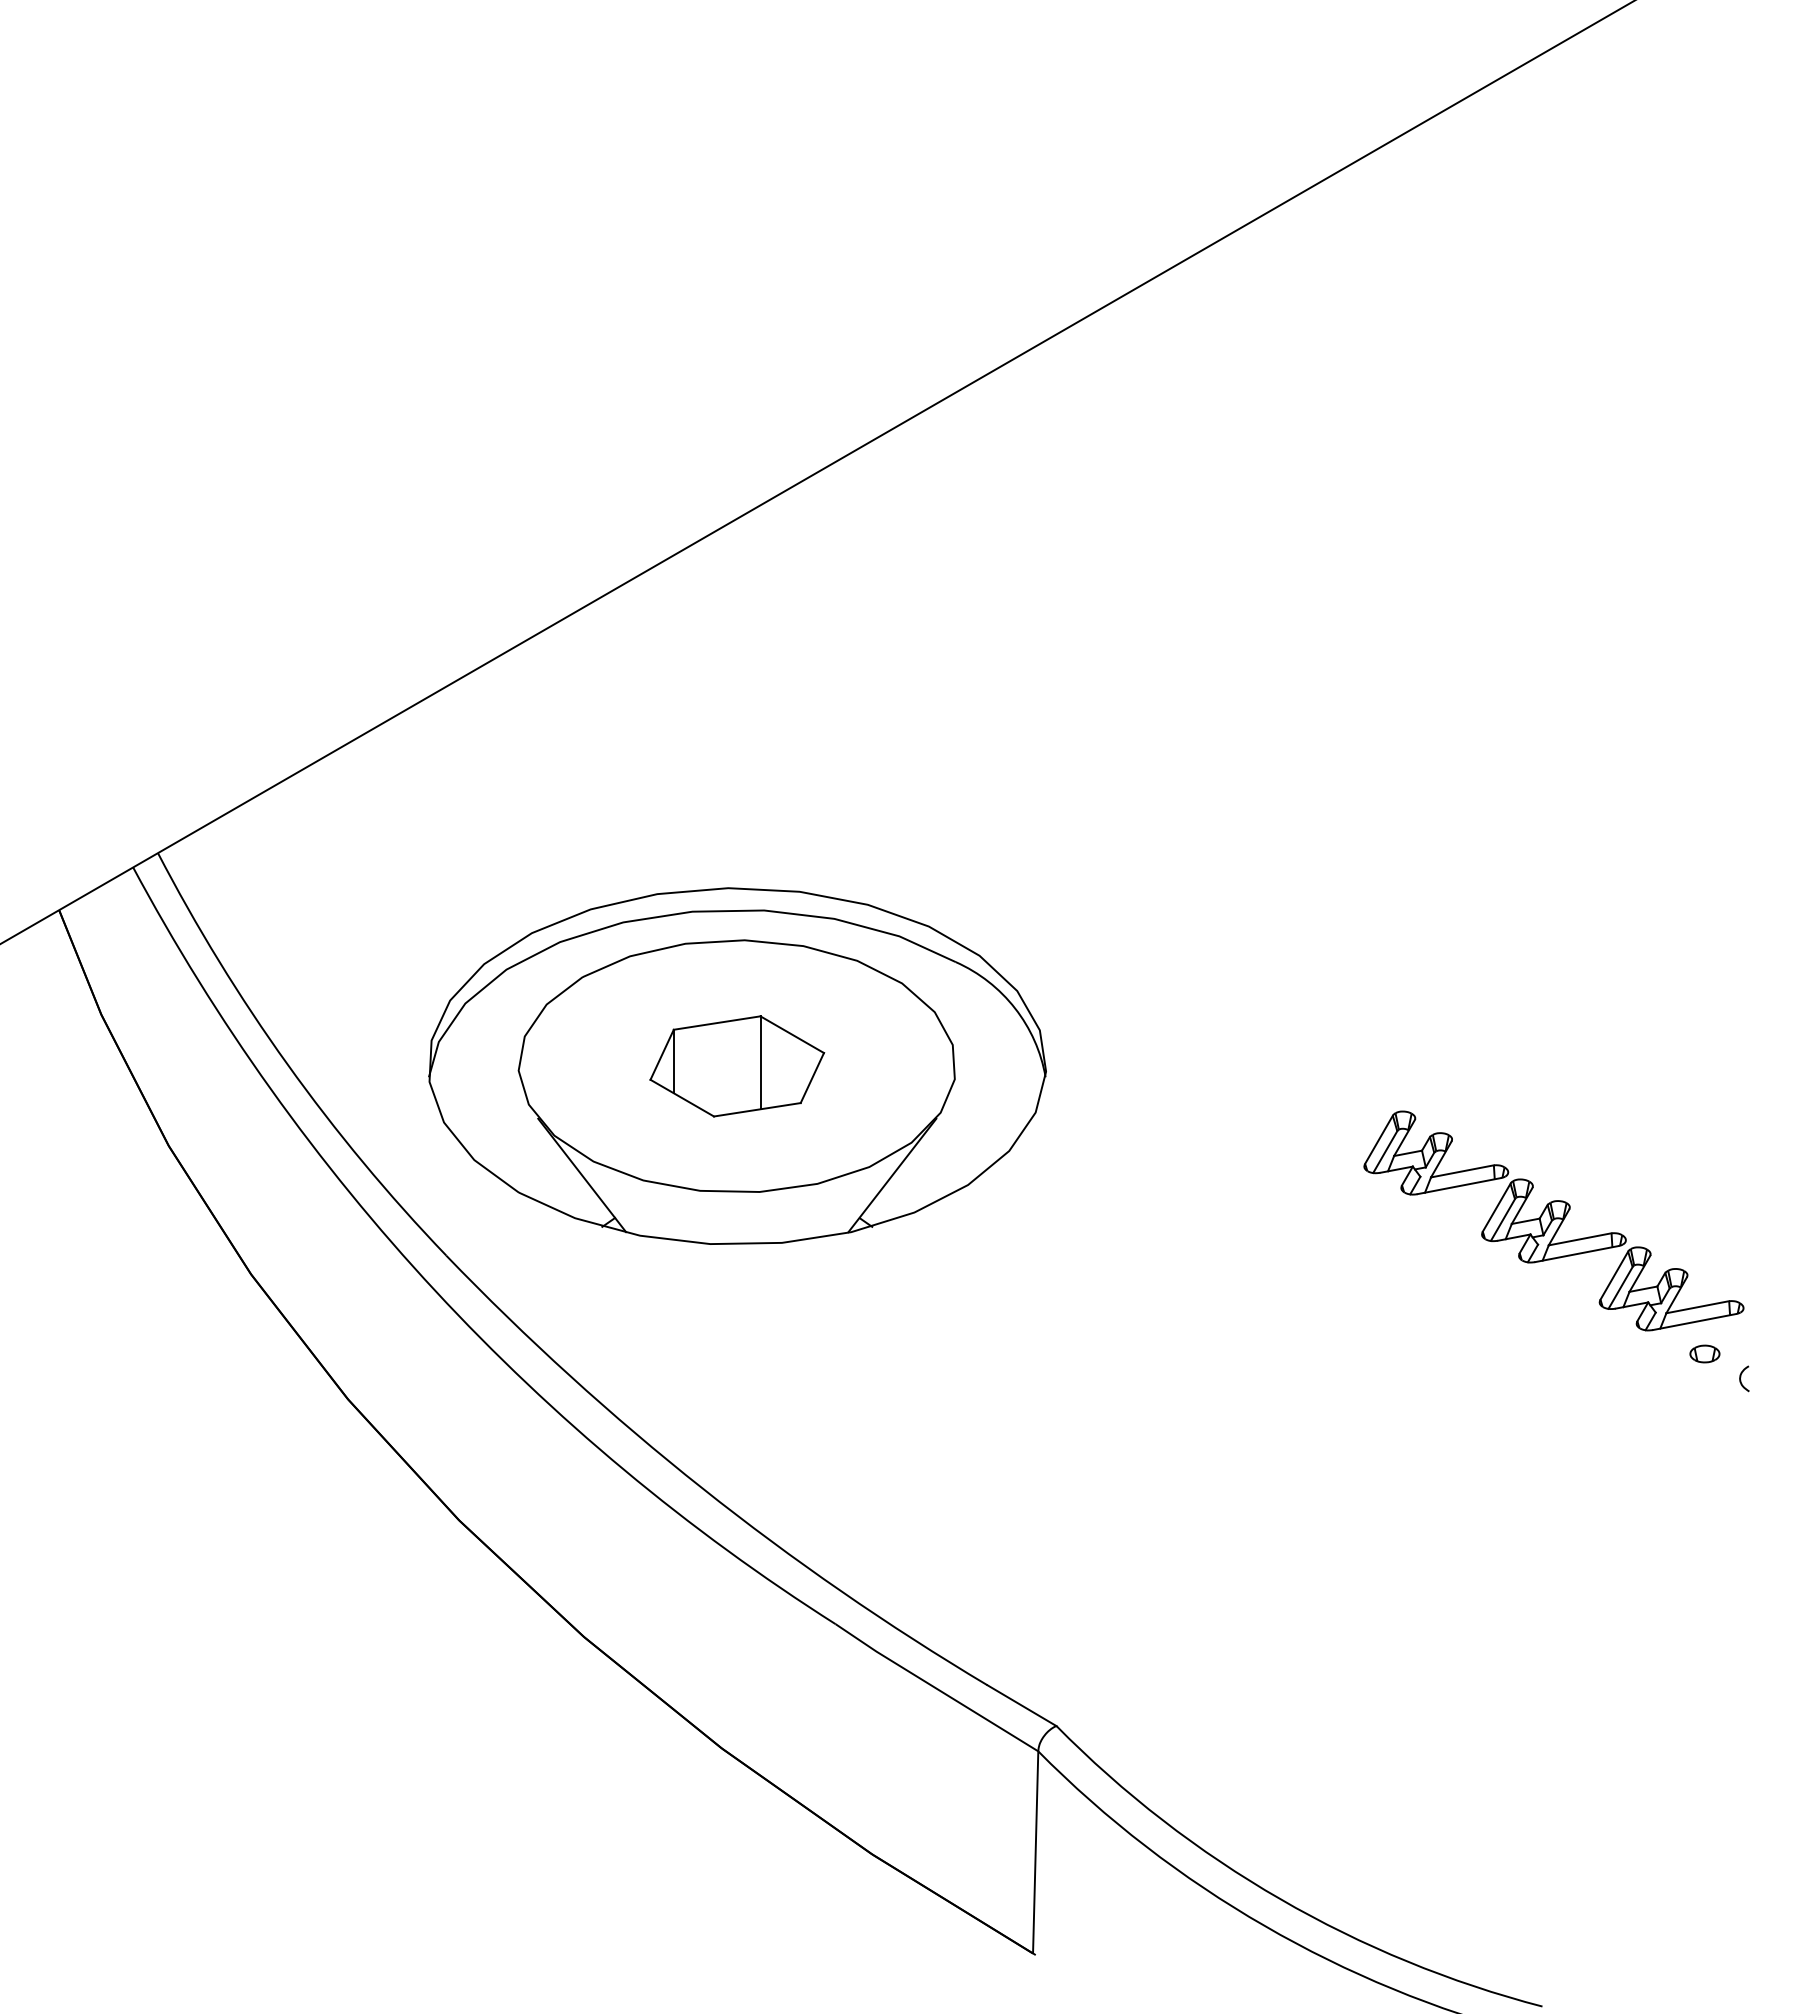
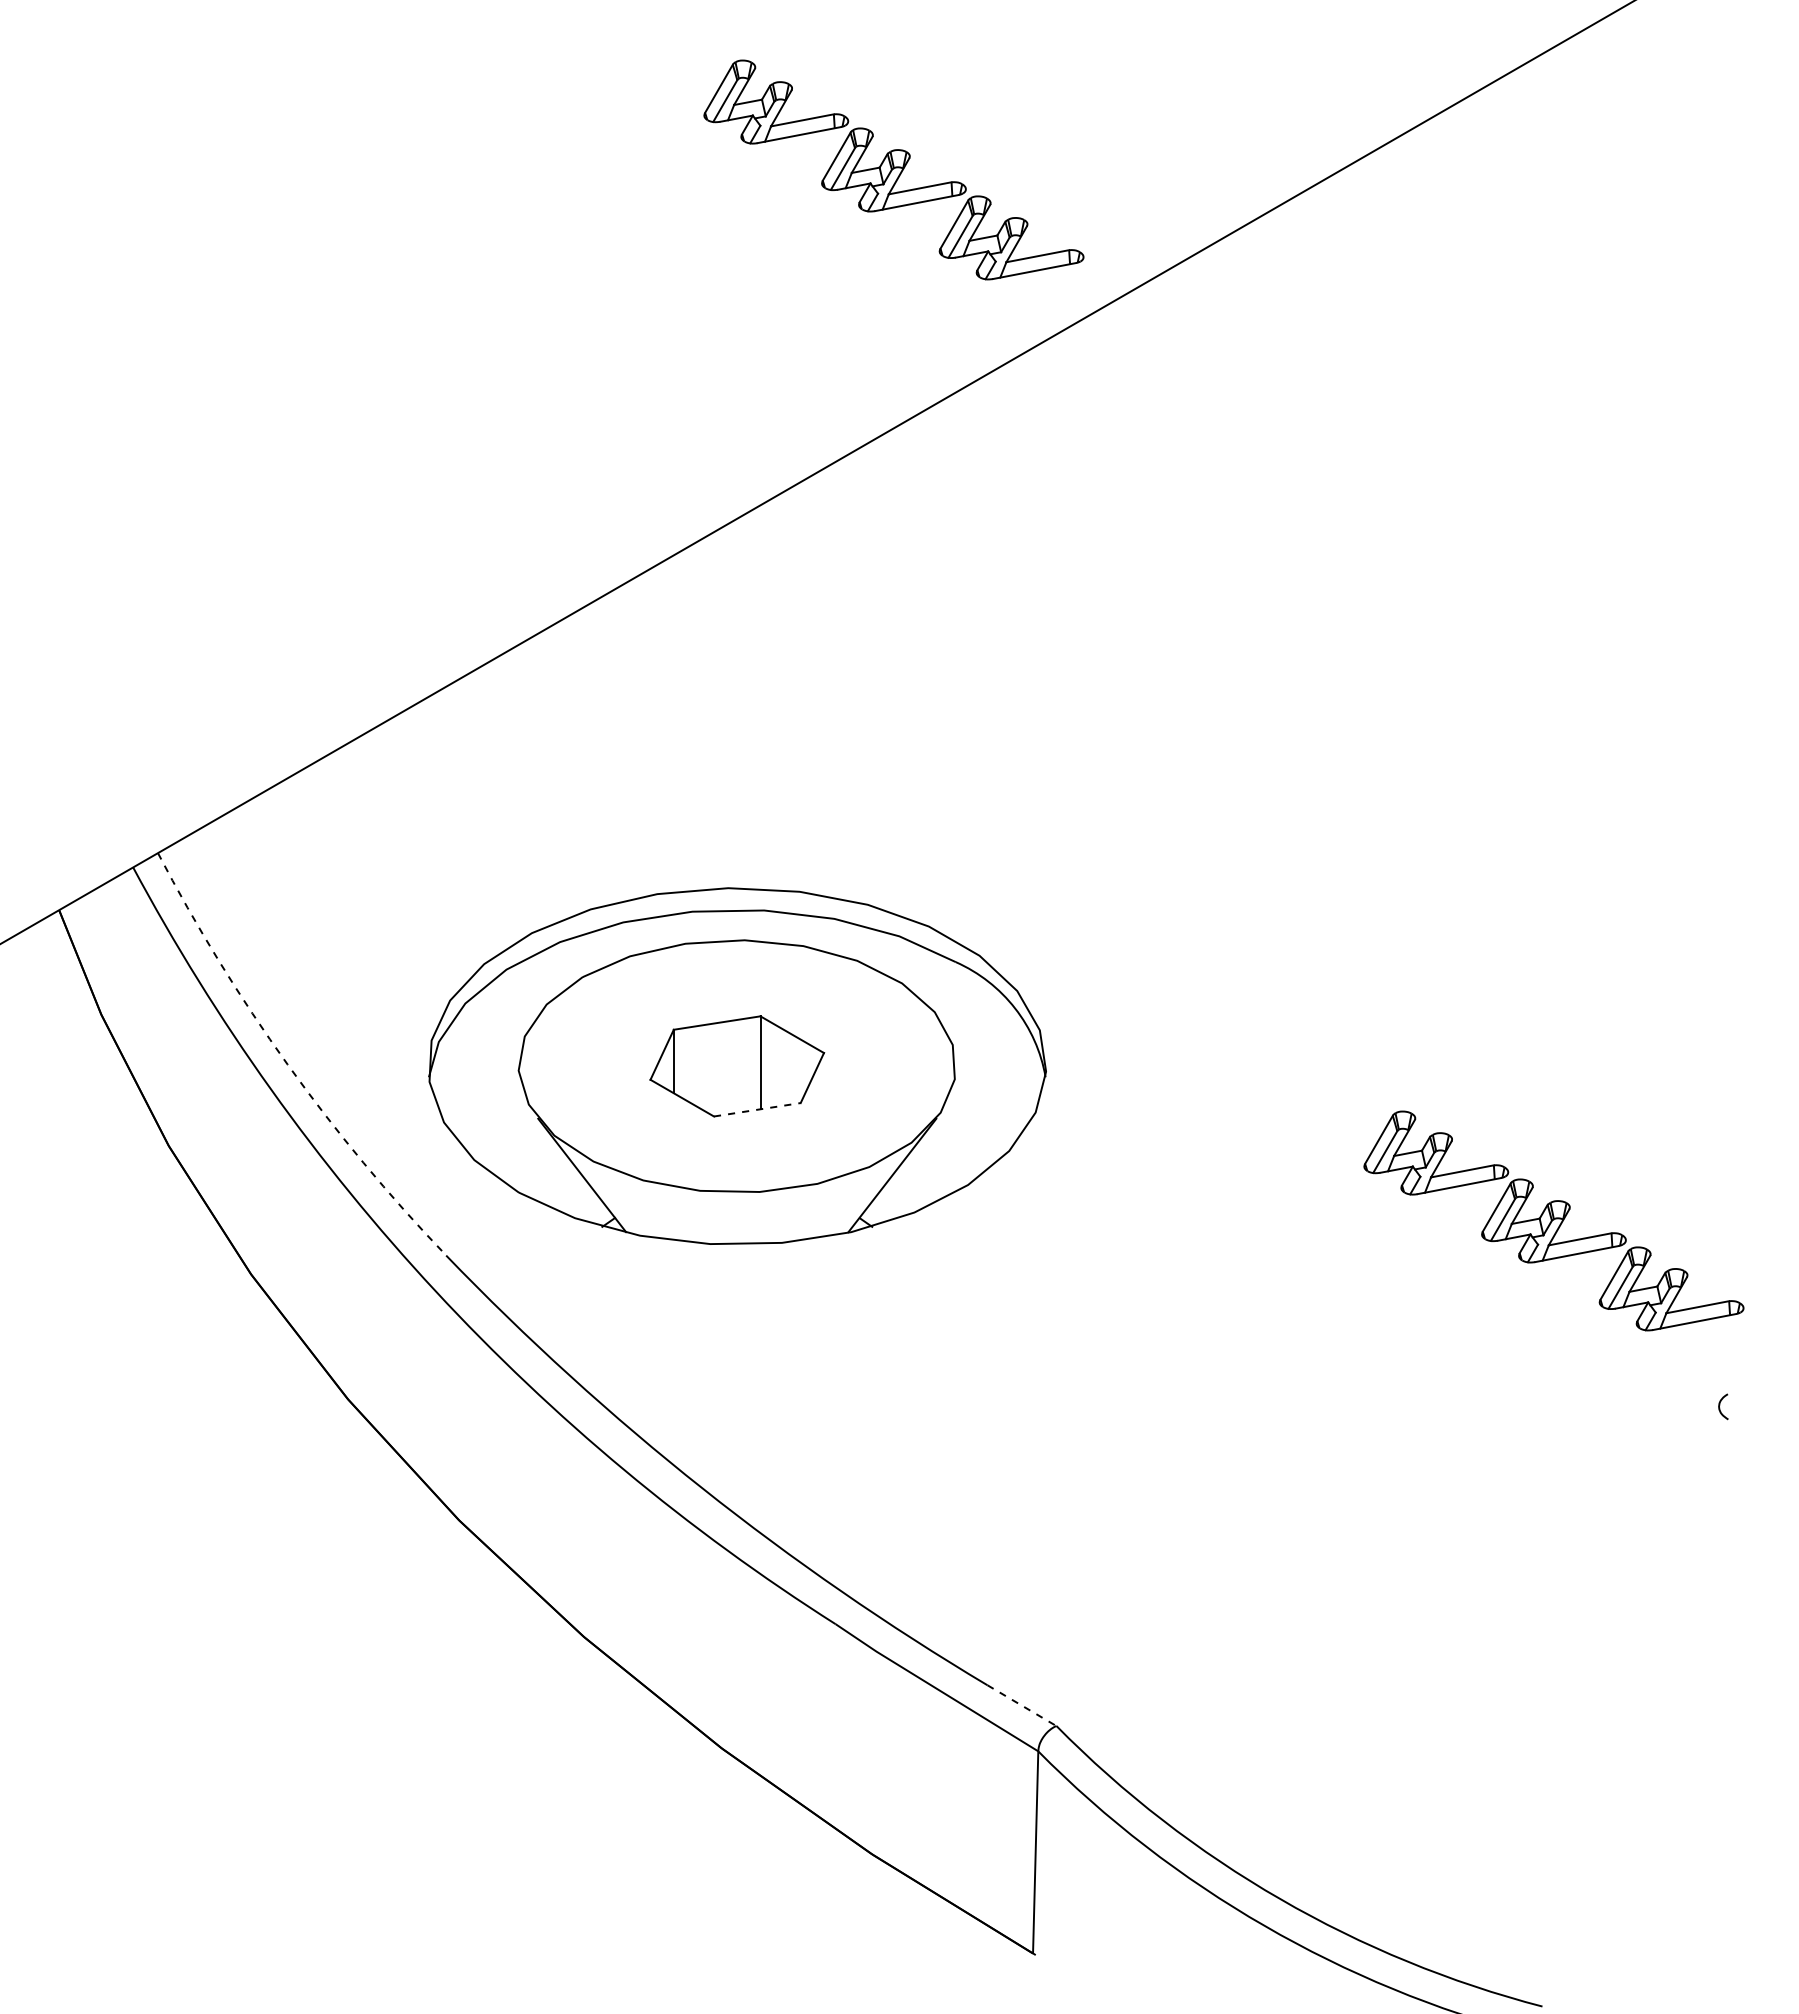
part at (893, 169): none -> present
arc at (287, 1064): solid -> dashed
line at (757, 1109): solid -> dashed
part at (1704, 1353): present -> none
curve at (1741, 1377) position: (1741, 1377) -> (1720, 1405)
line at (1022, 1705): solid -> dashed
